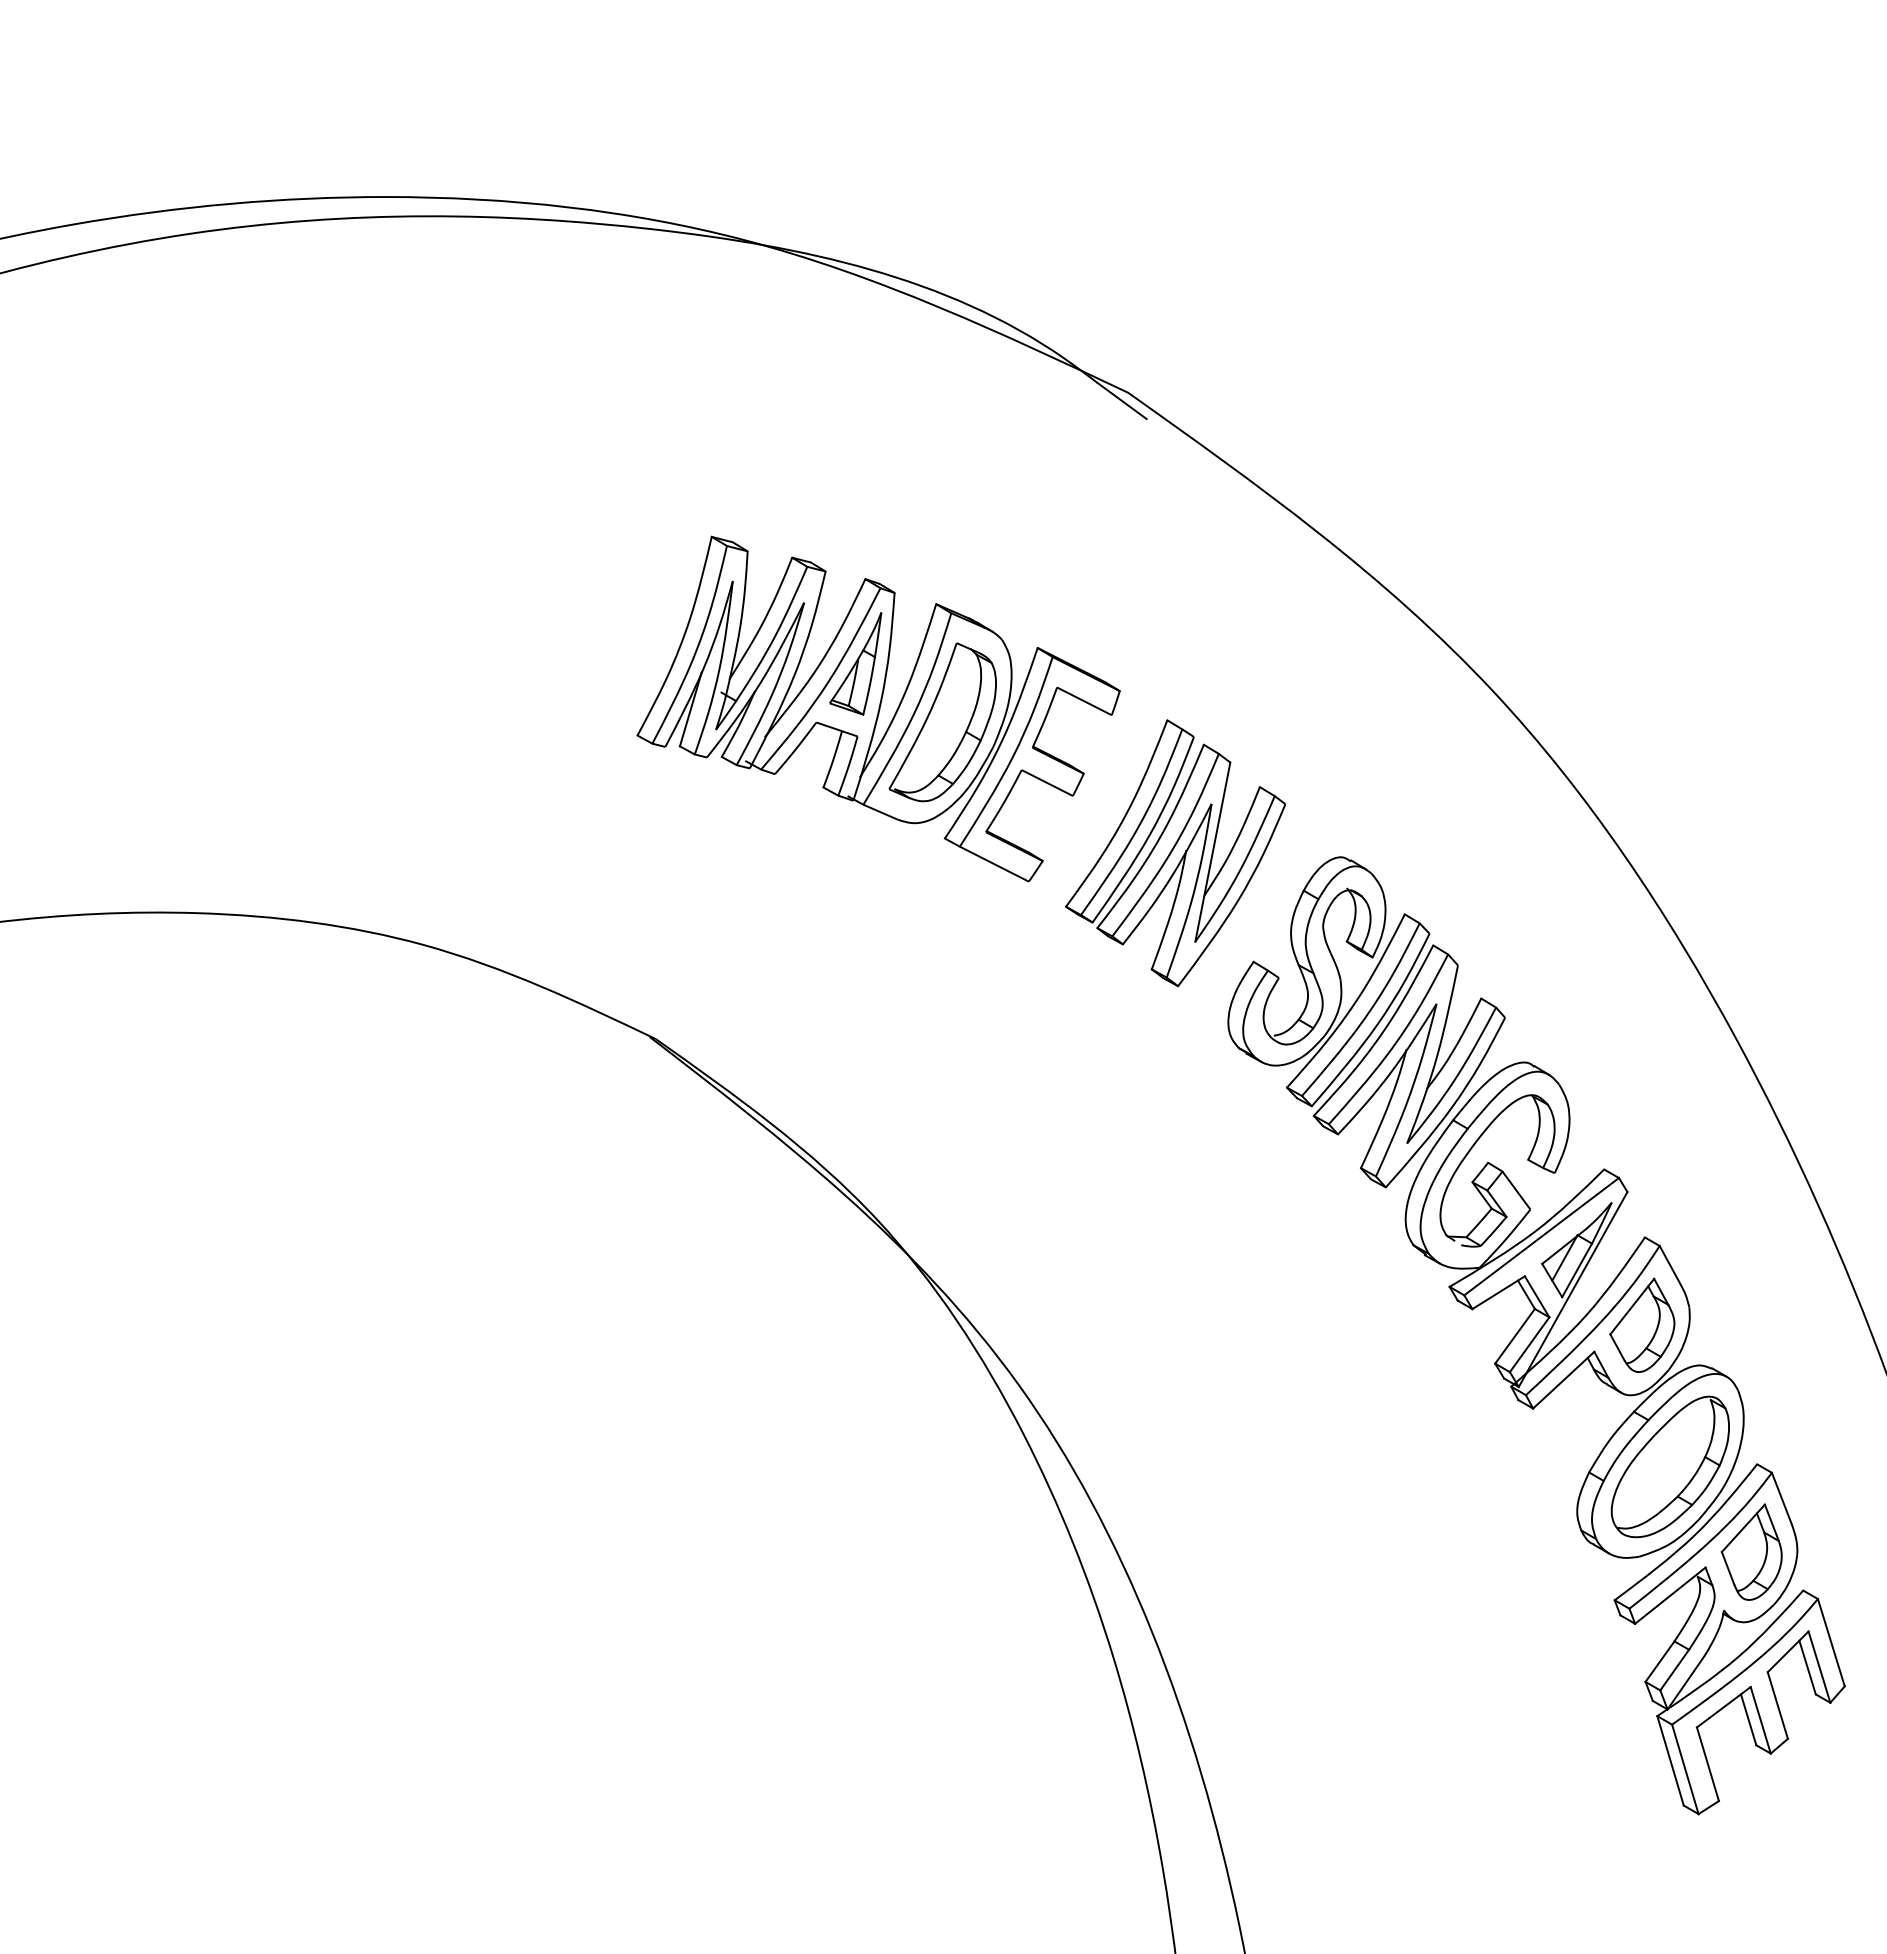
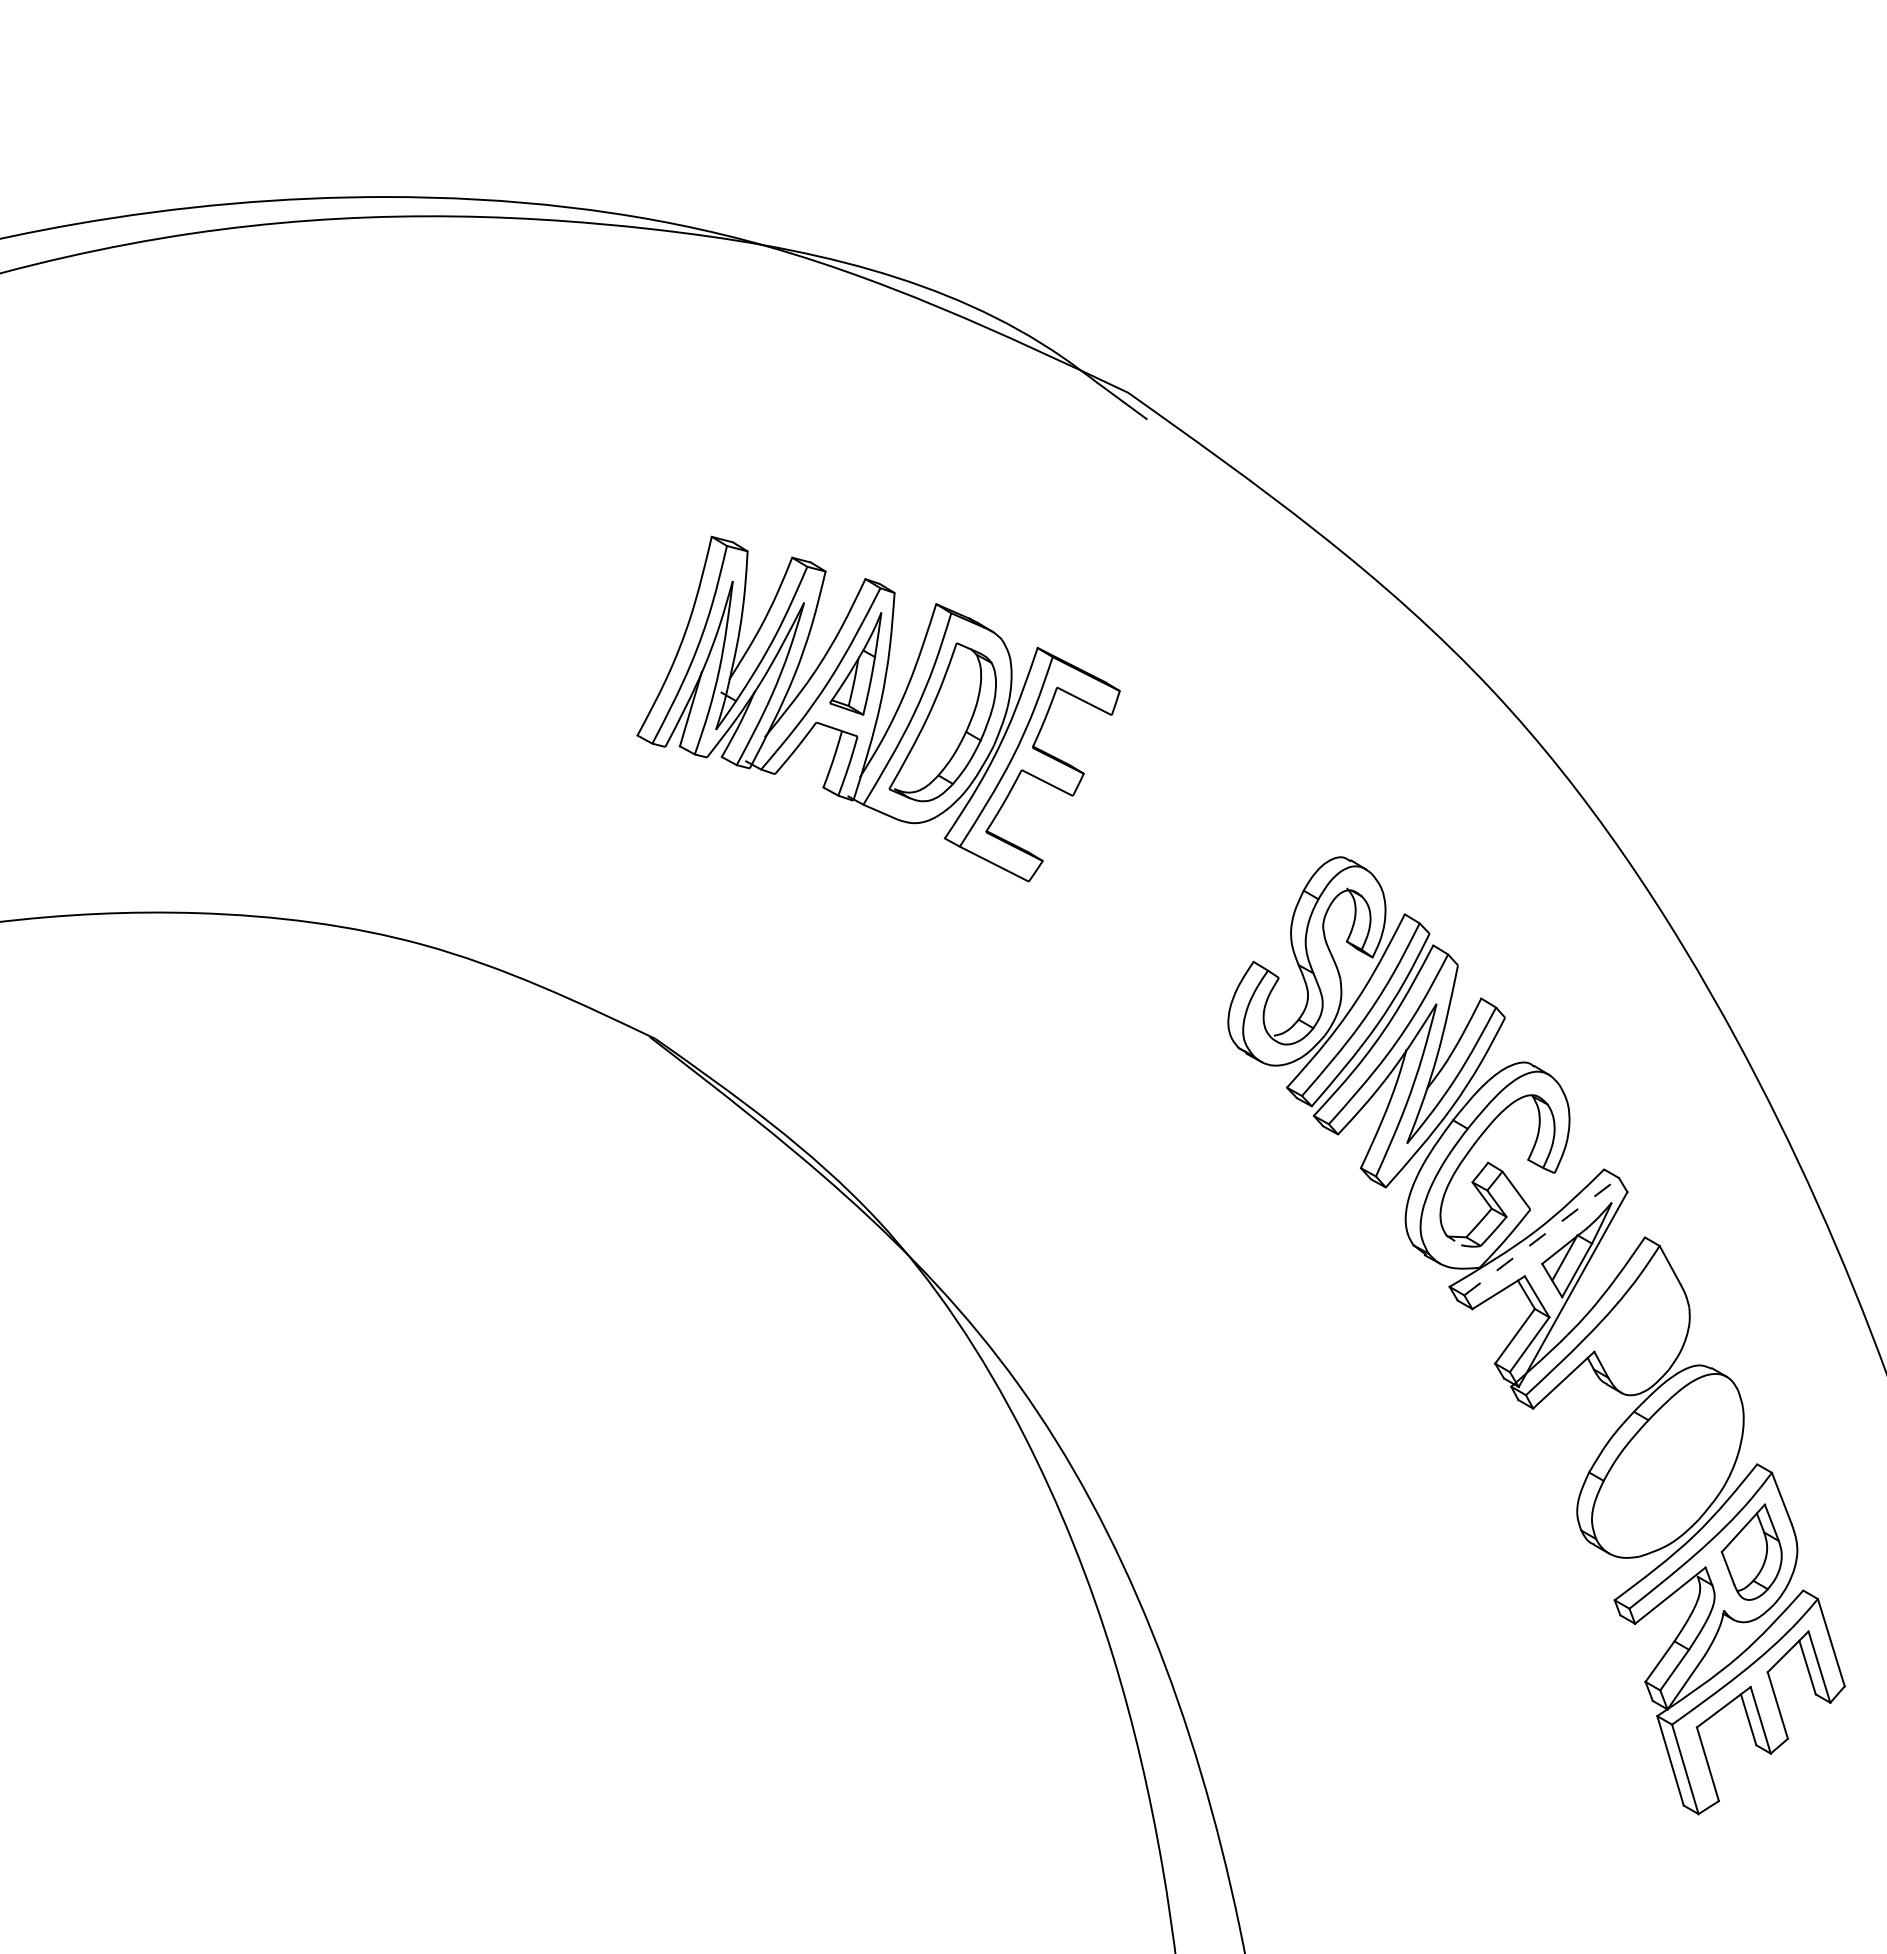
part at (1175, 853): present -> none
line at (1542, 1236): solid -> dashed
part at (1642, 1324): present -> none
part at (1669, 1466): present -> none
